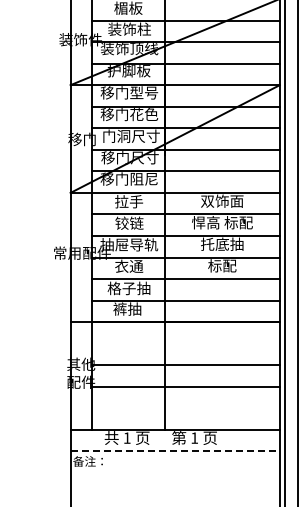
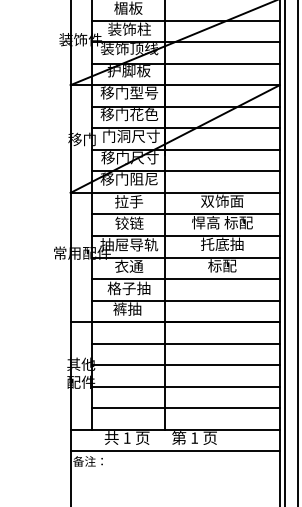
line at (185, 343): none -> present
line at (185, 408): none -> present
line at (175, 451): dashed -> solid
